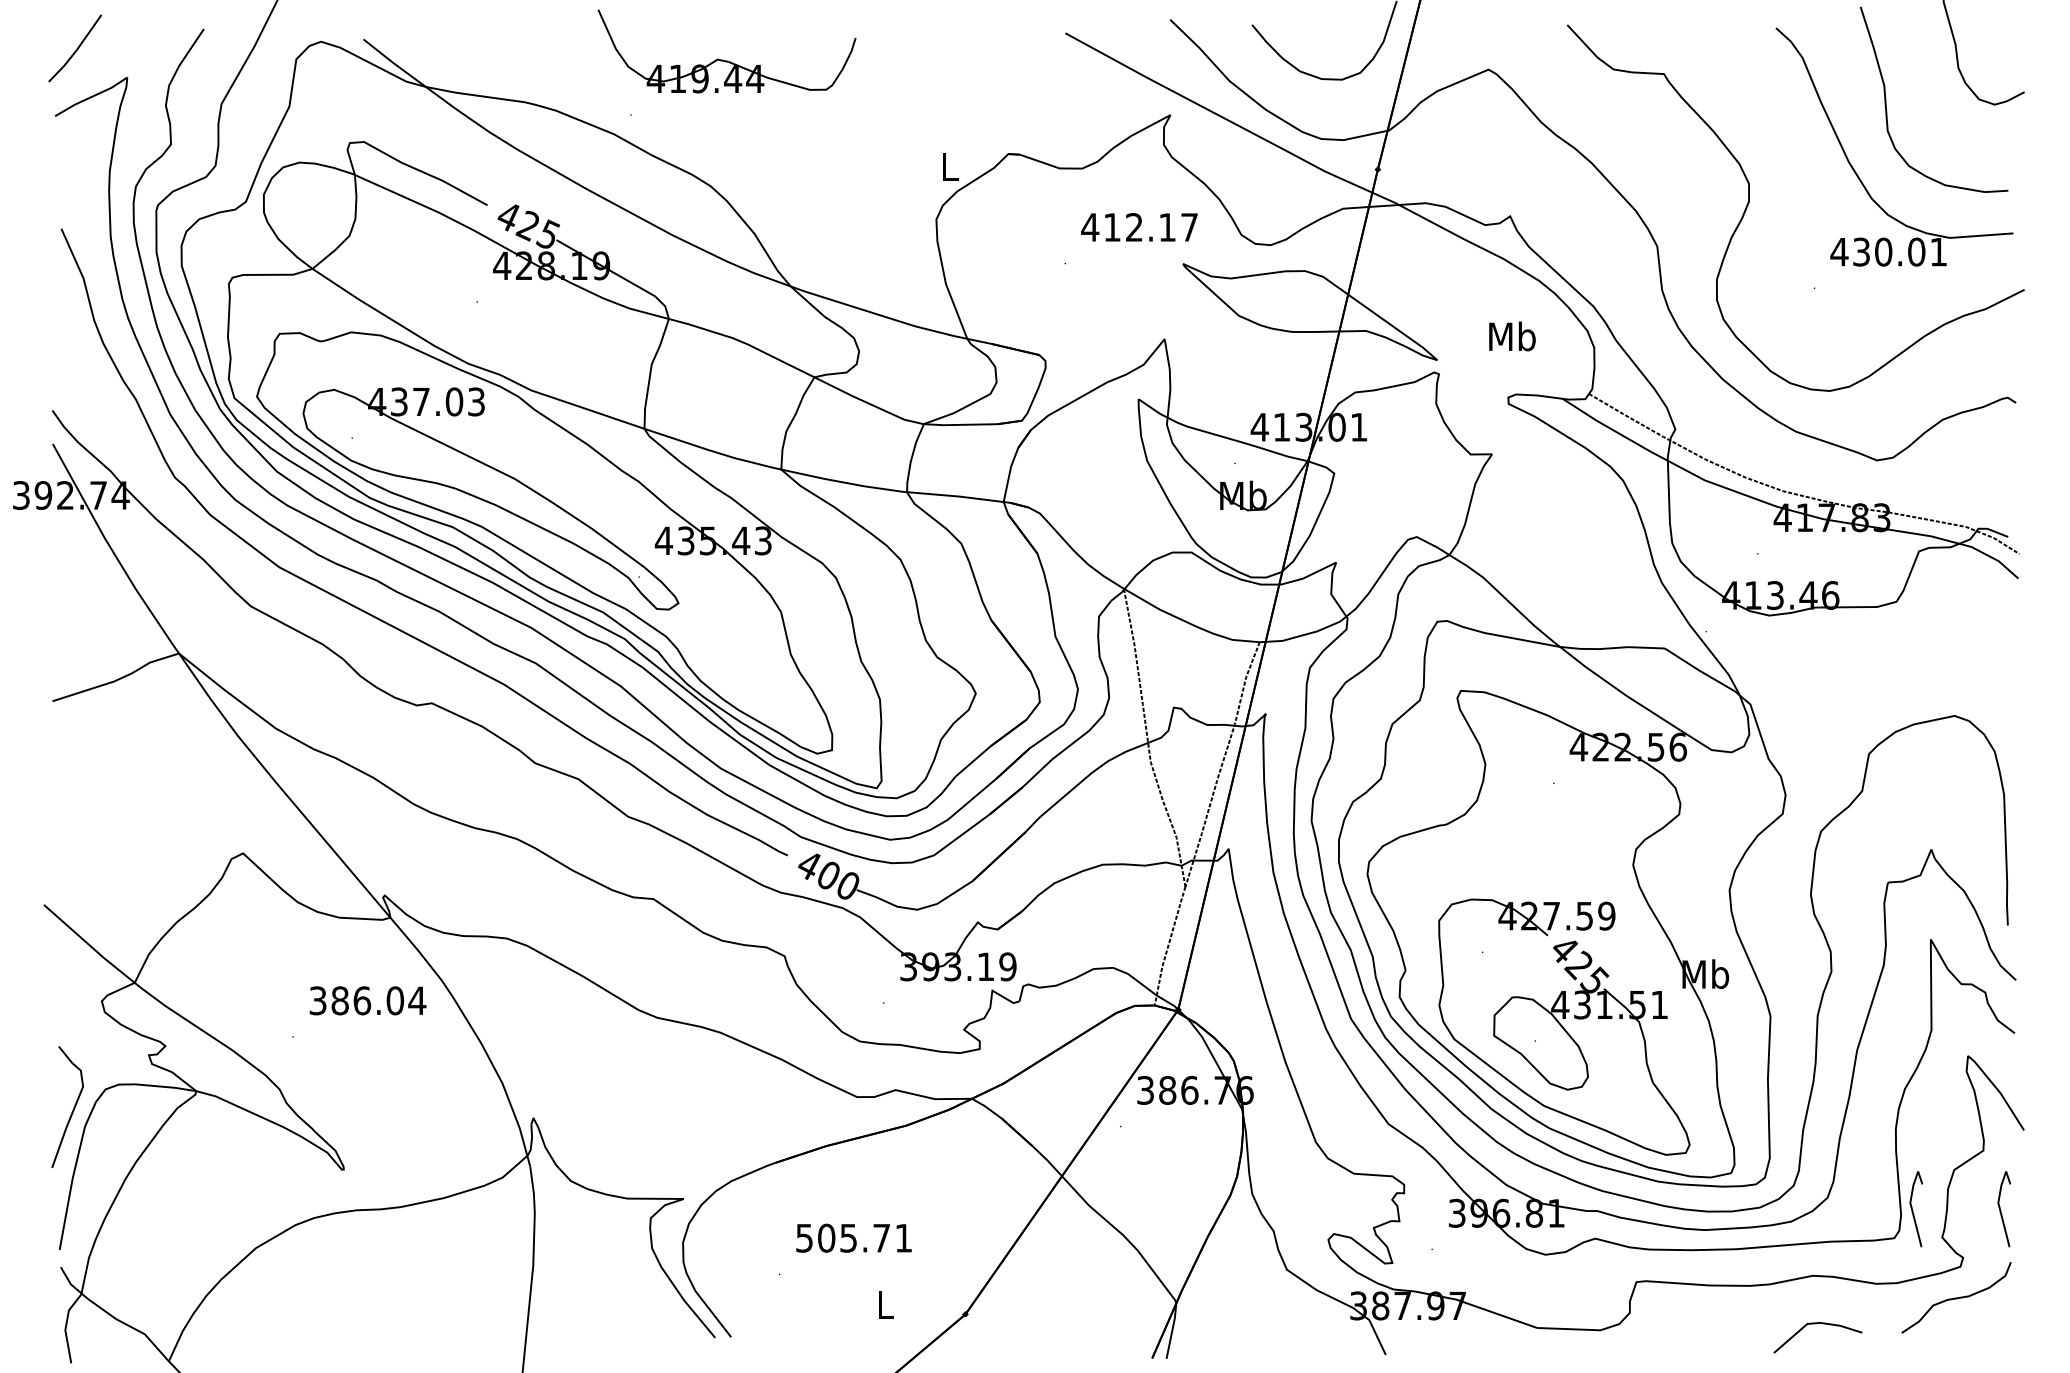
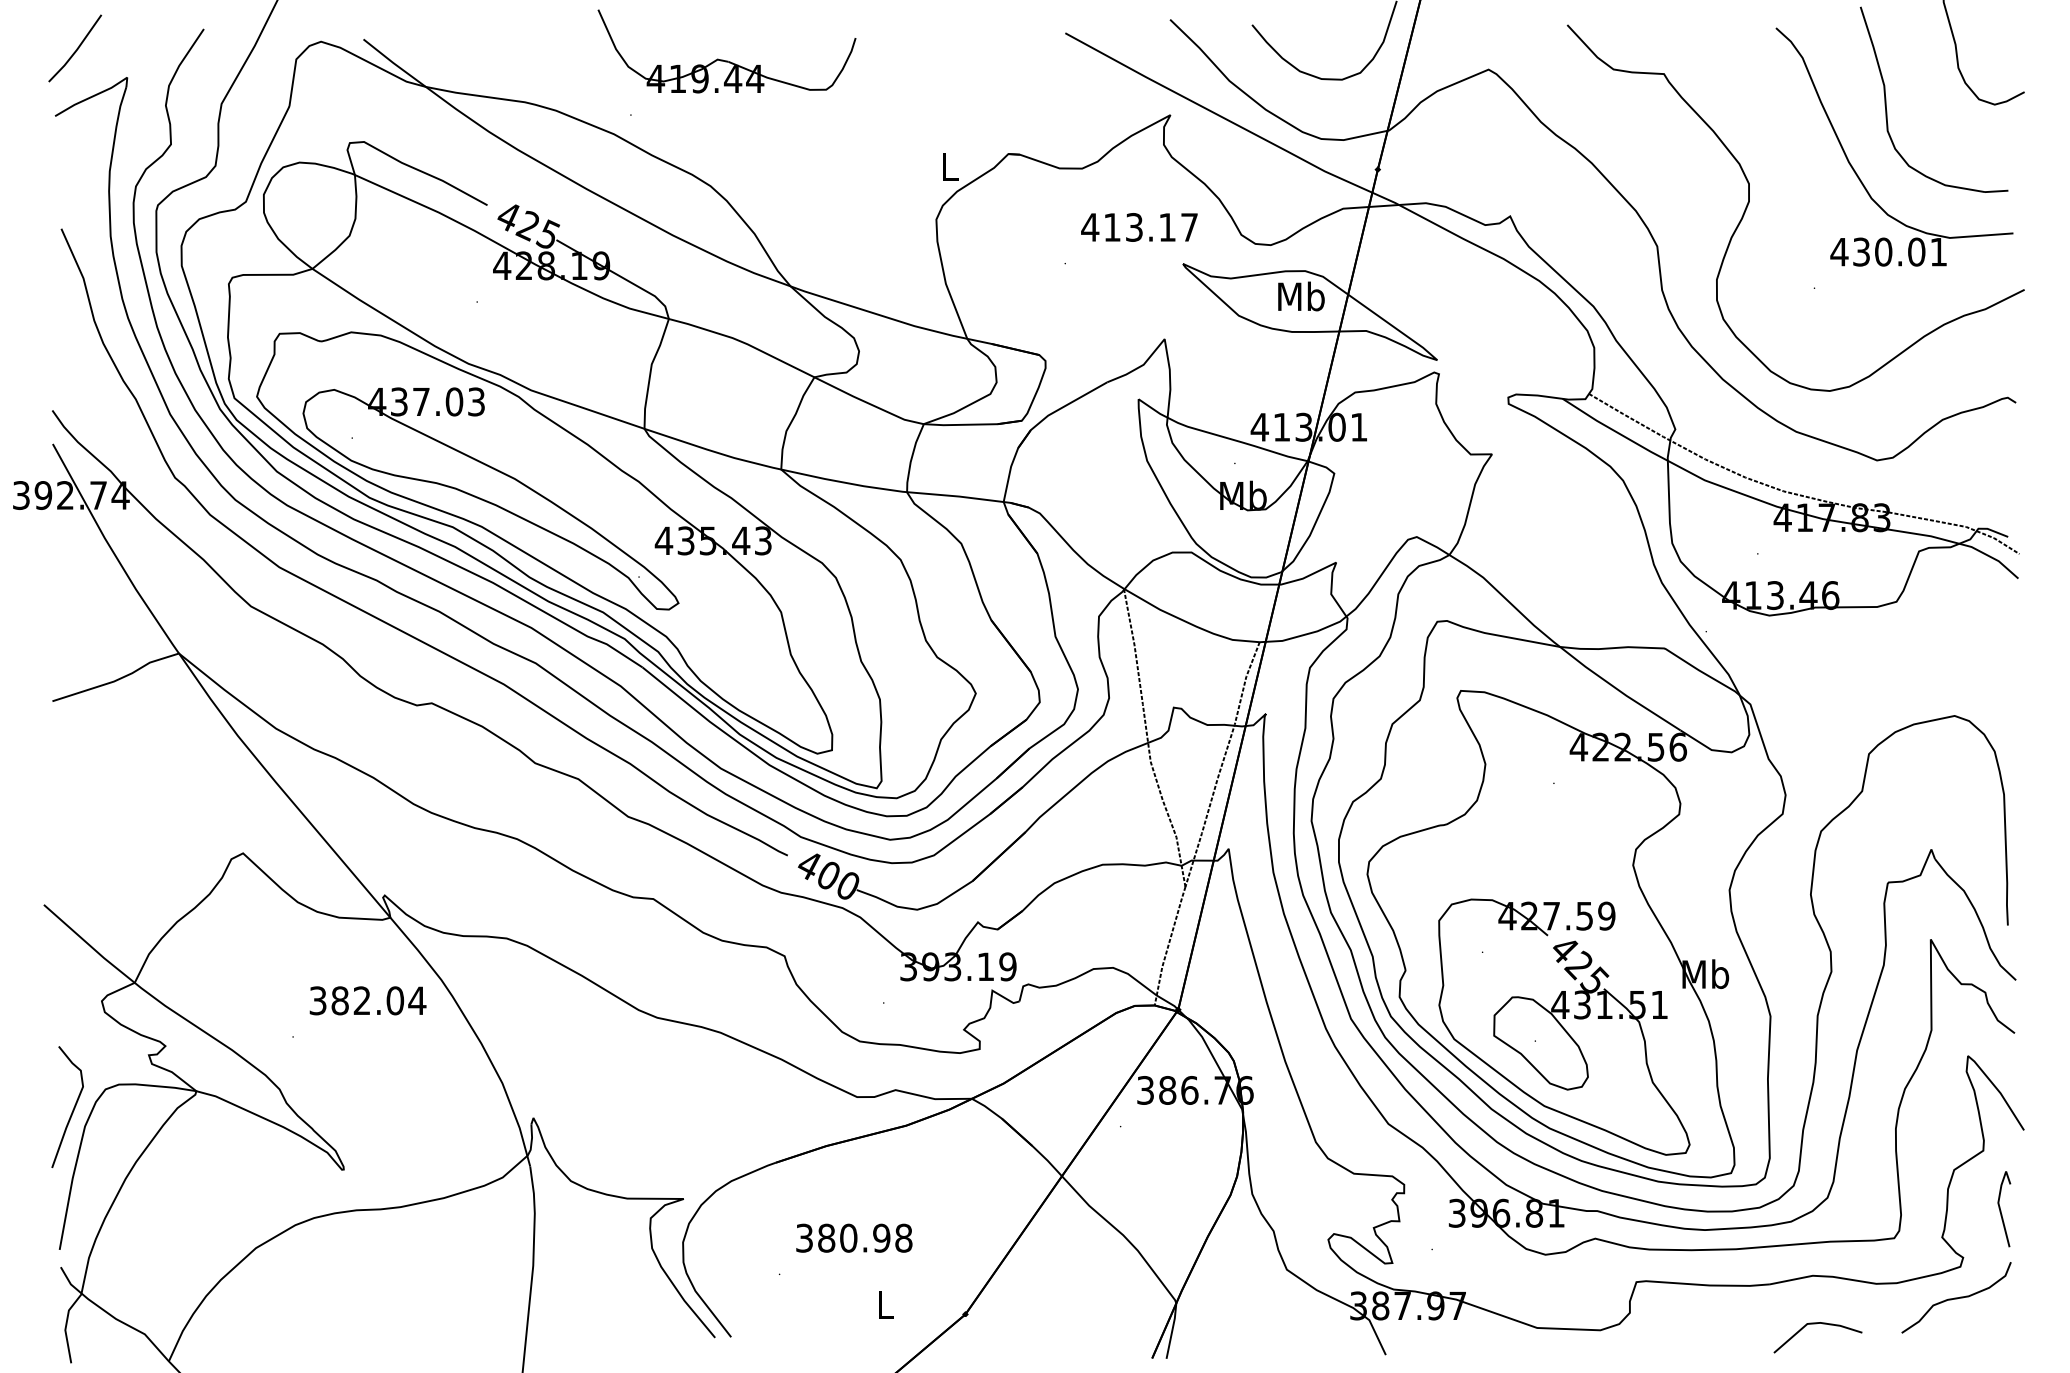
text at (1134, 227): 412.17 -> 413.17
text at (1512, 336) position: (1512, 336) -> (1301, 296)
text at (362, 1000): 386.04 -> 382.04
line at (1913, 1210): present -> none
text at (854, 1237): 505.71 -> 380.98
